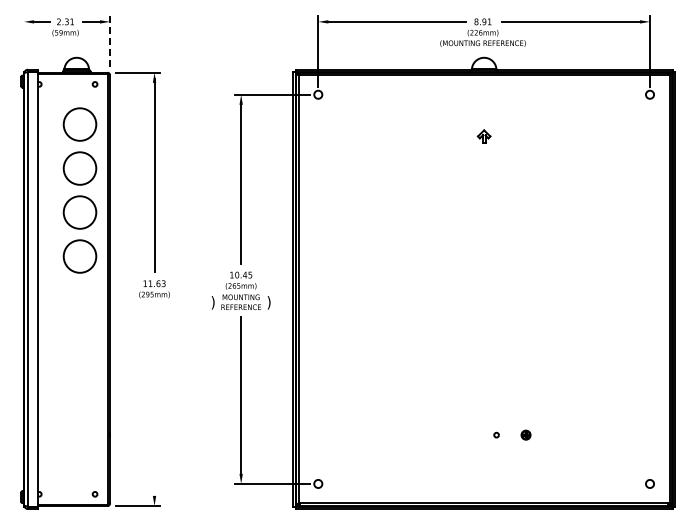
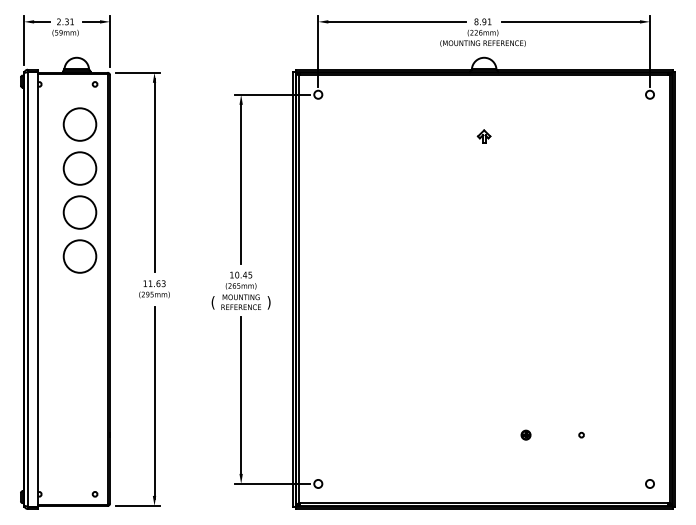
line at (24, 39): none -> present
line at (110, 41): dashed -> solid
text at (212, 302): ) -> (
line at (154, 403): none -> present
circle at (496, 434) position: (496, 434) -> (581, 434)
